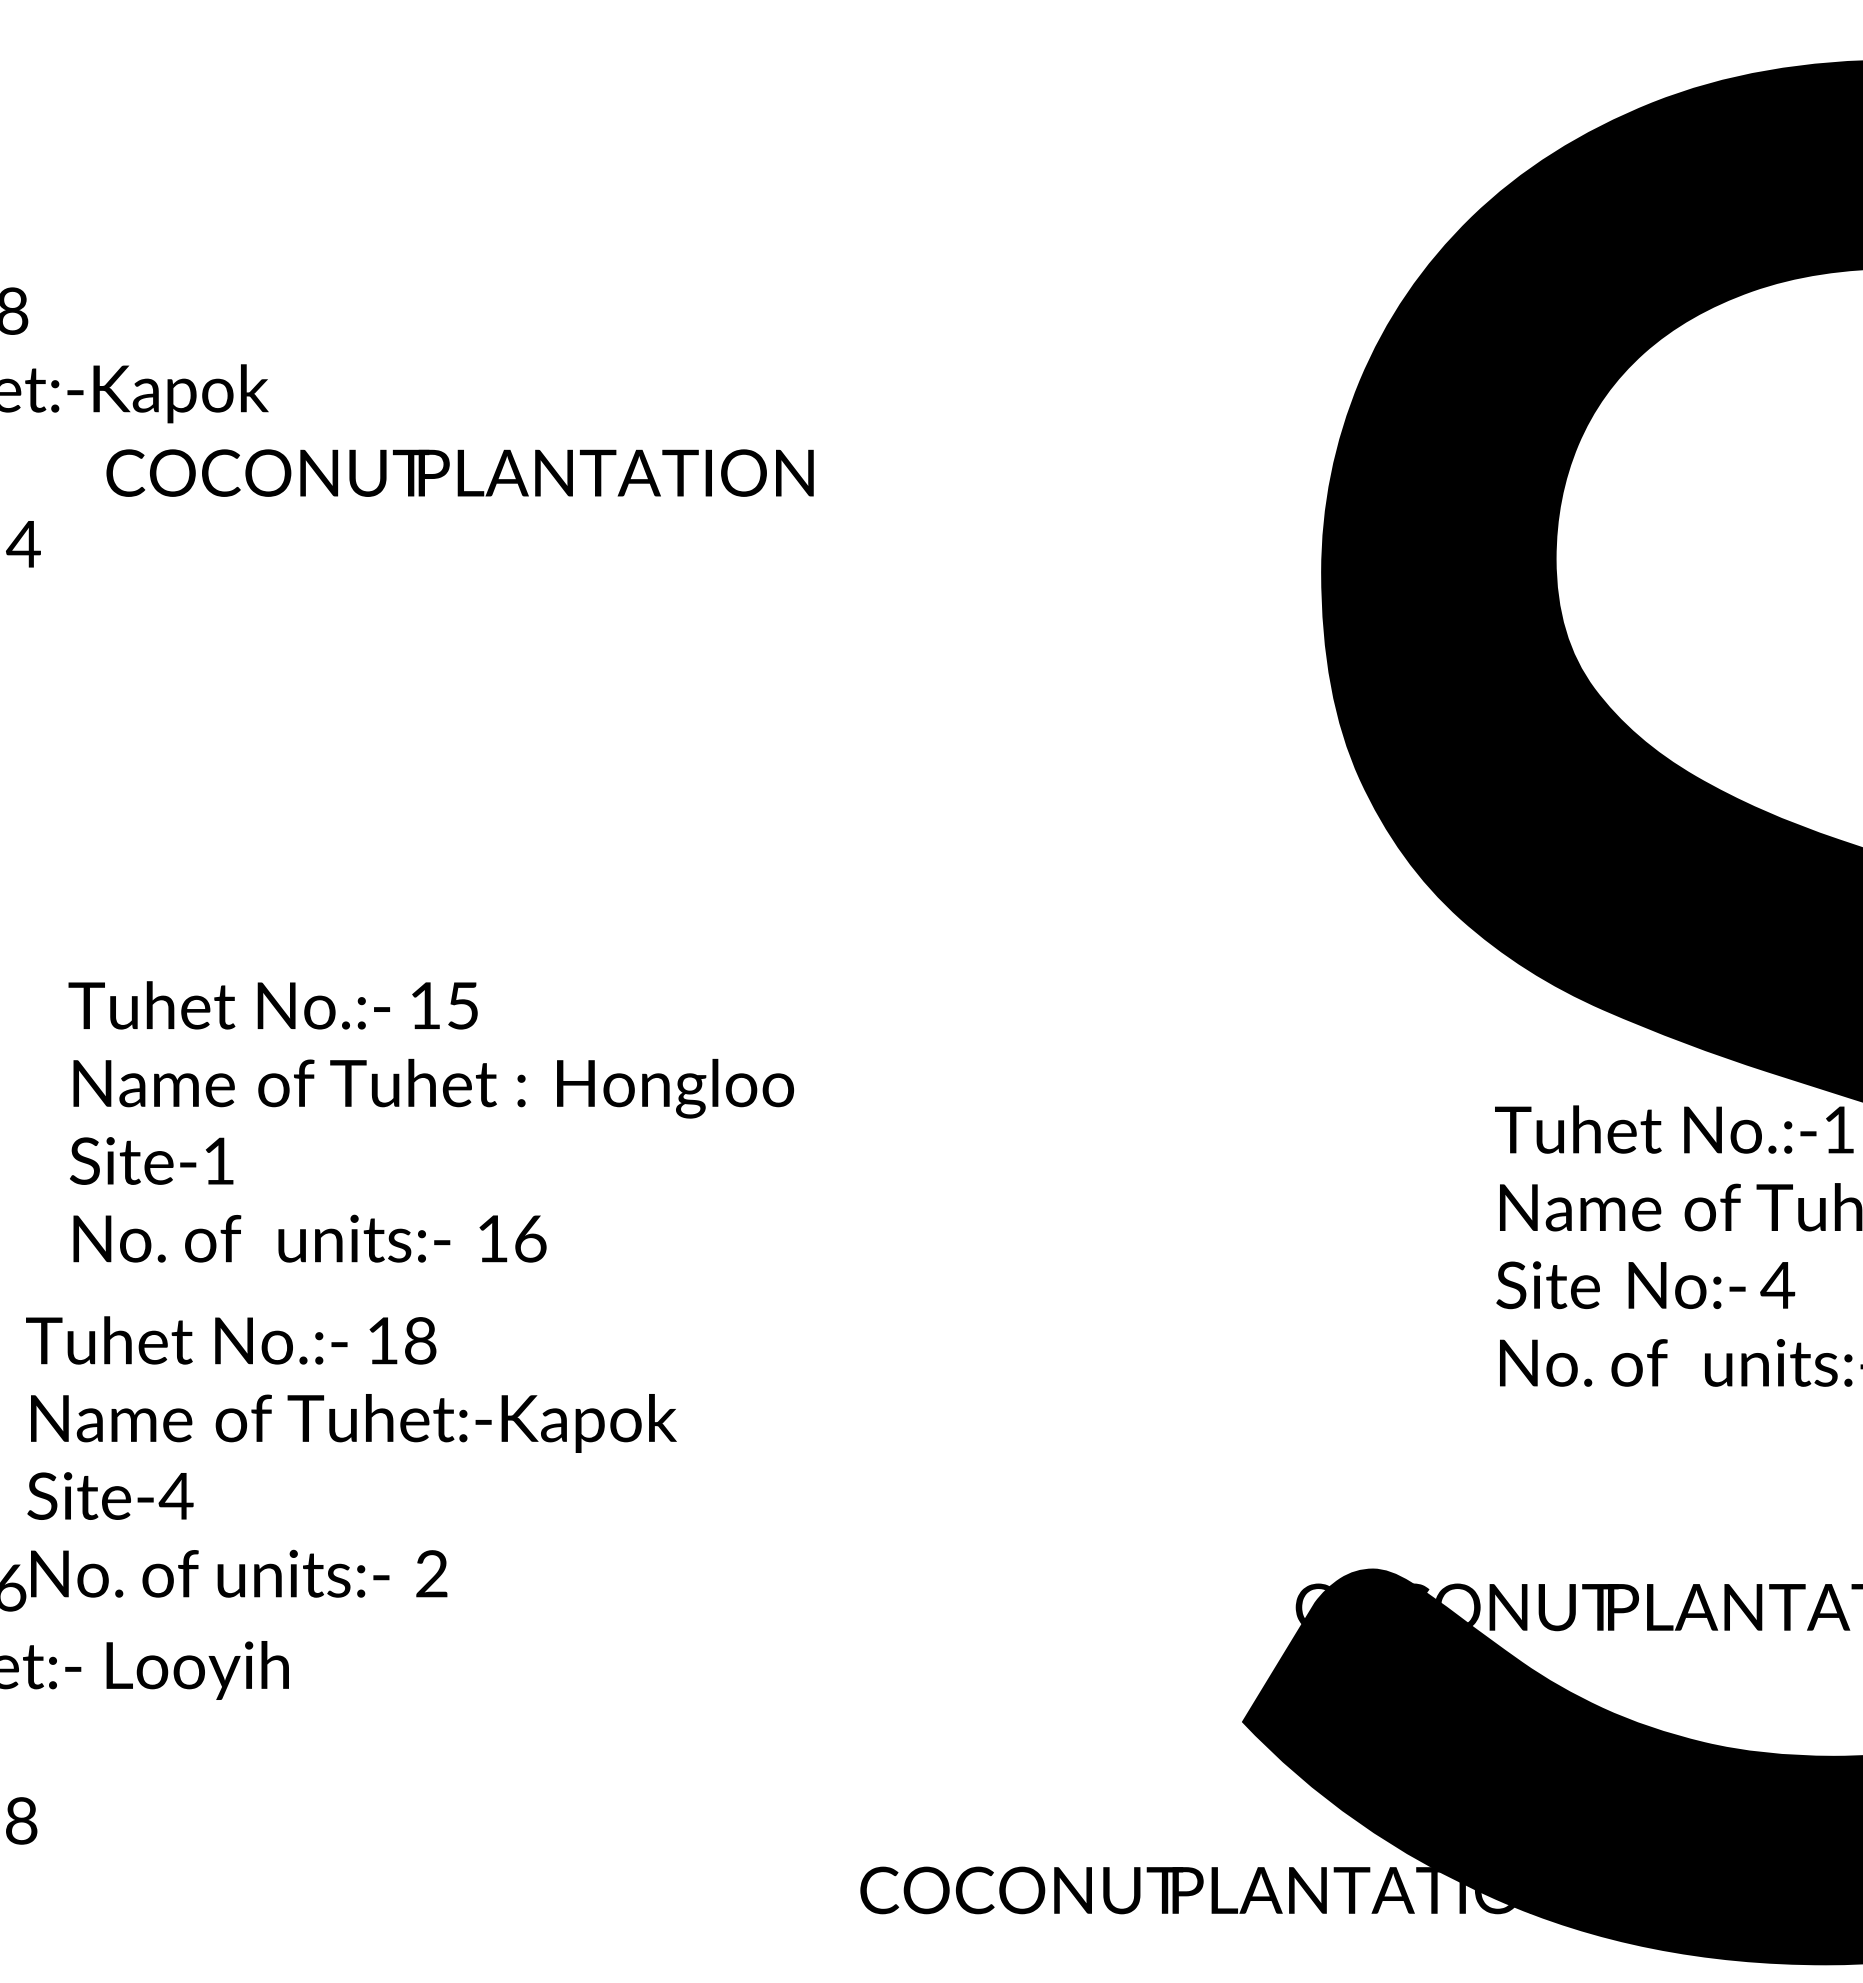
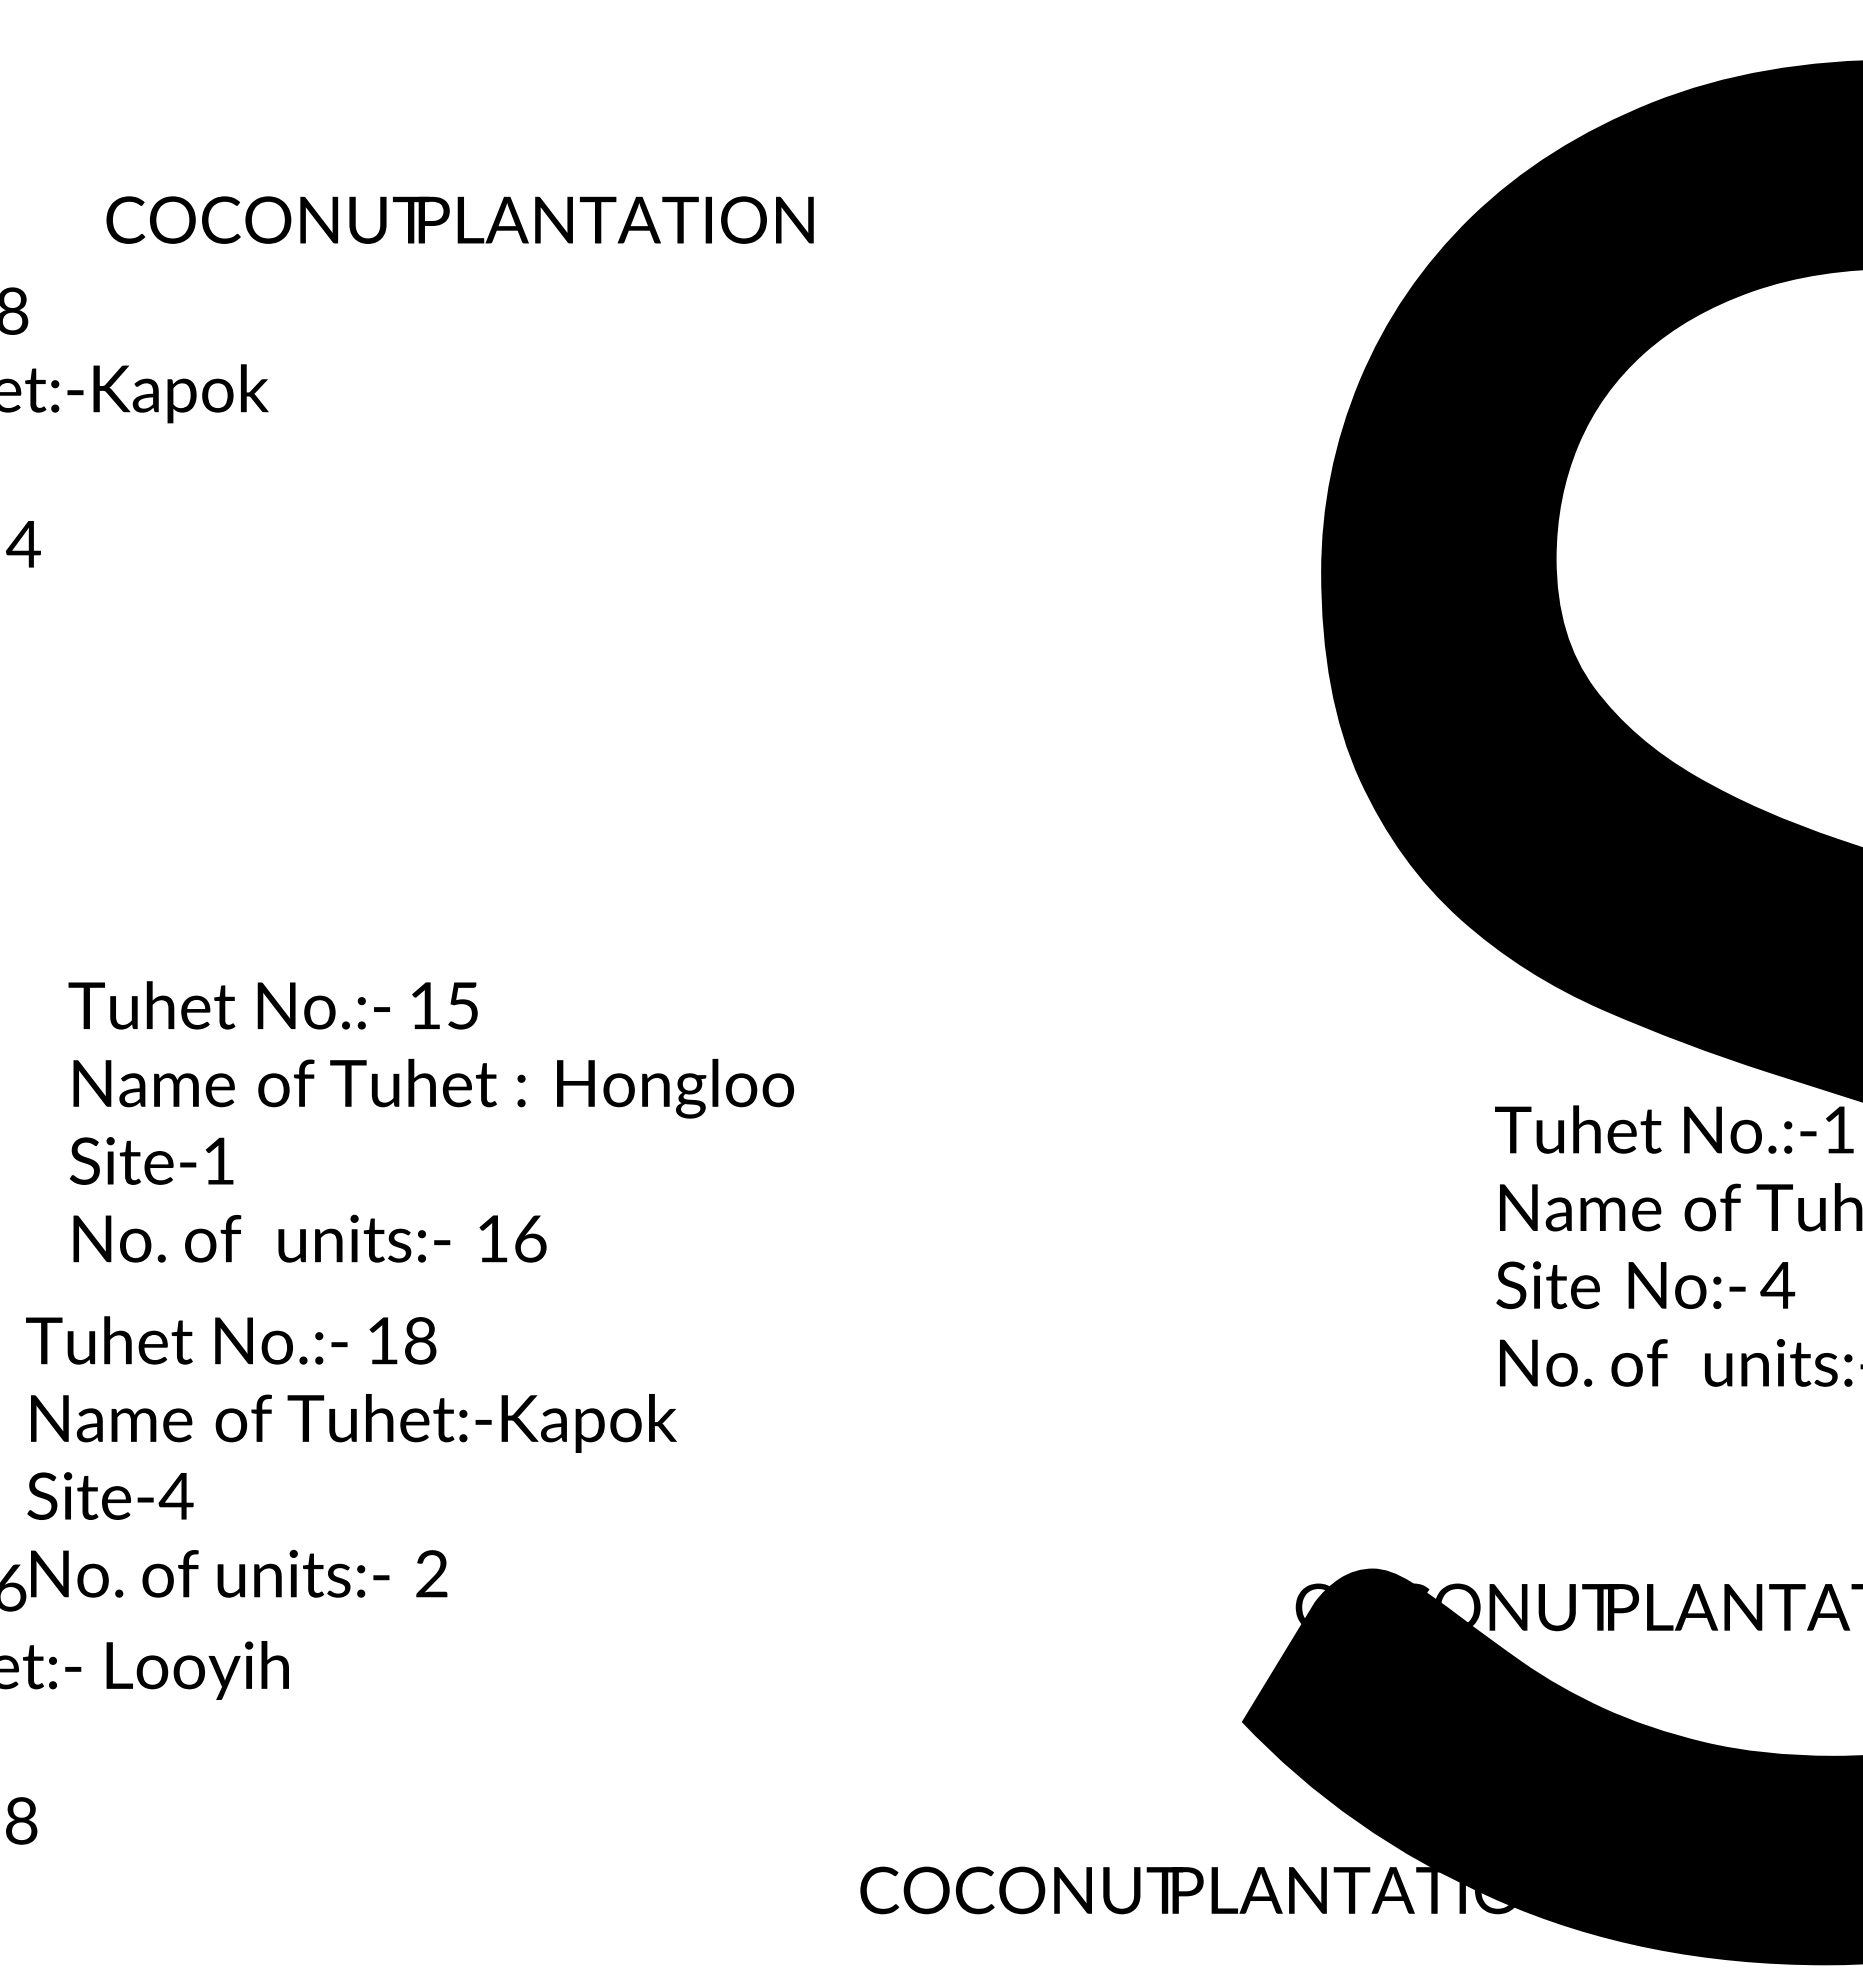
text at (459, 472) position: (459, 472) -> (459, 219)
